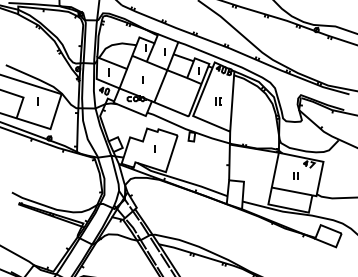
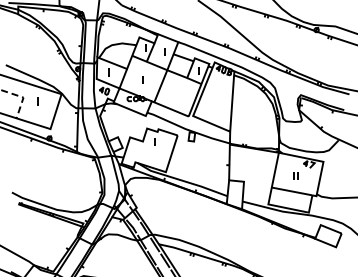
line at (22, 97): solid -> dashed
part at (218, 101): present -> none
part at (154, 148) position: (154, 148) -> (154, 141)
